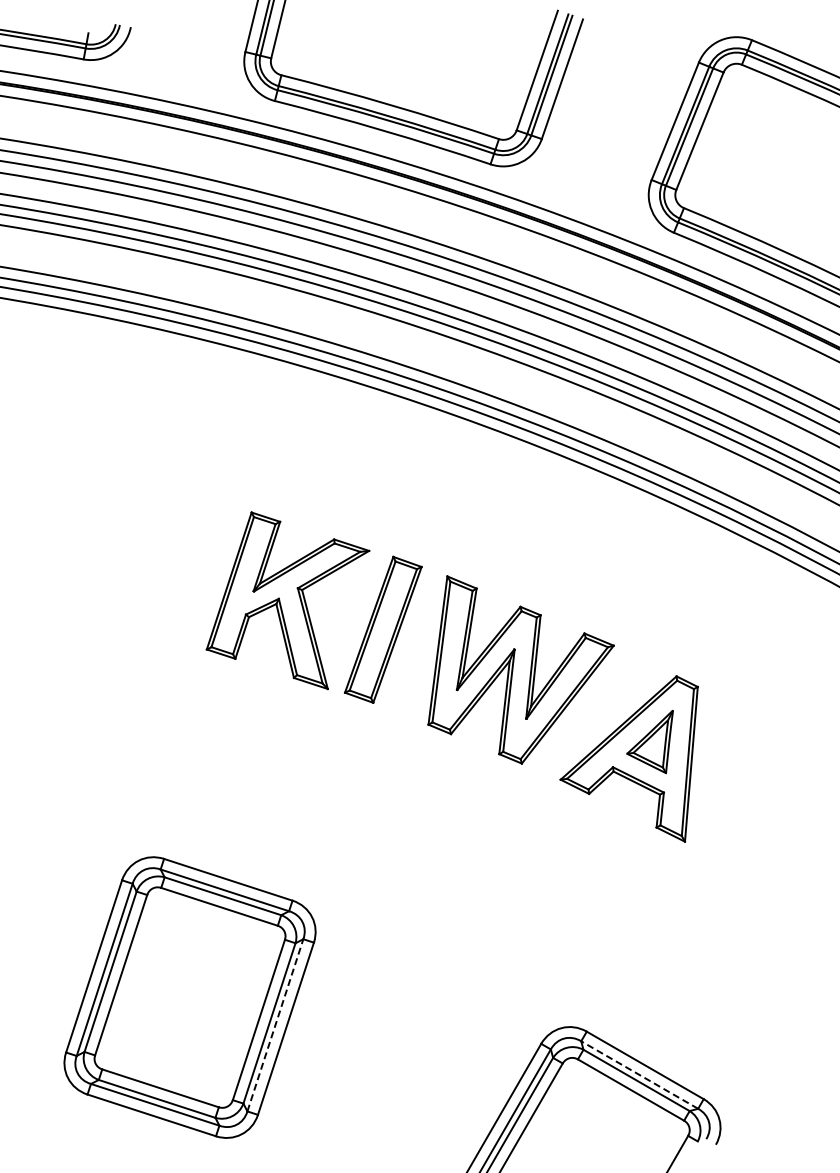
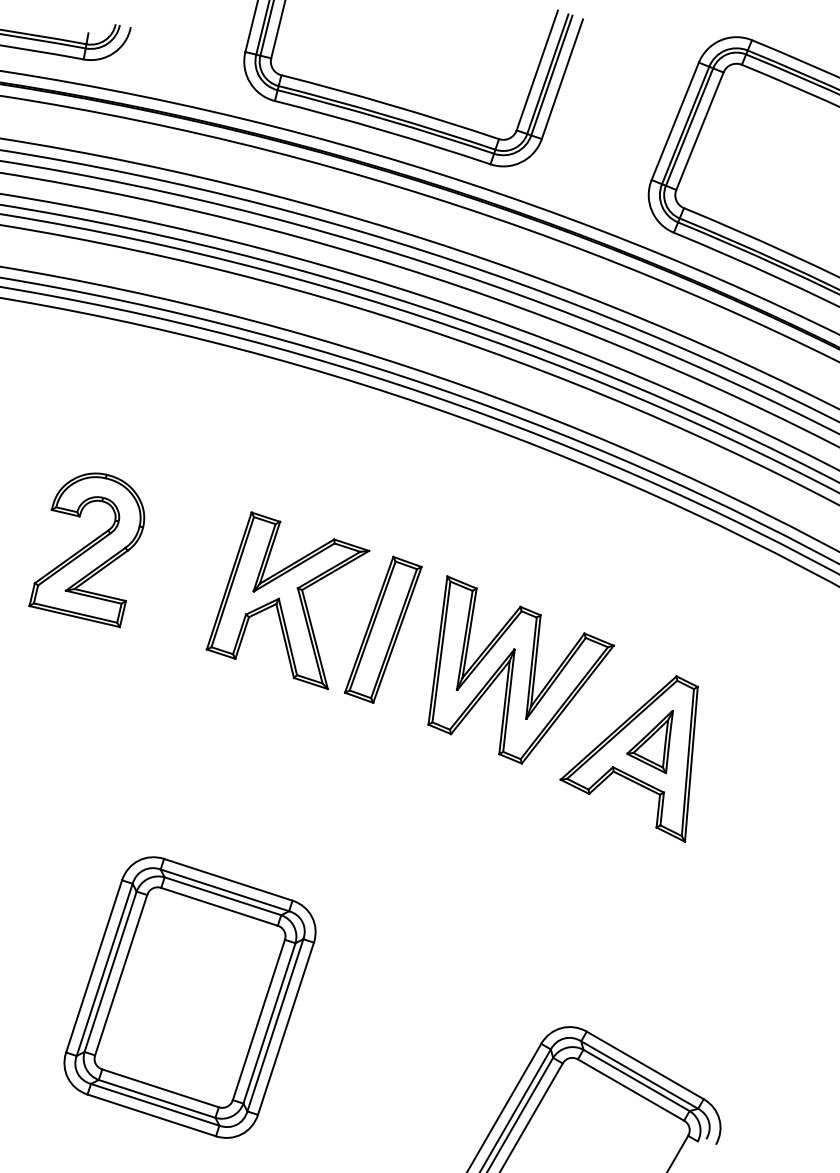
part at (86, 550): none -> present
line at (275, 1025): dashed -> solid
line at (639, 1075): dashed -> solid
